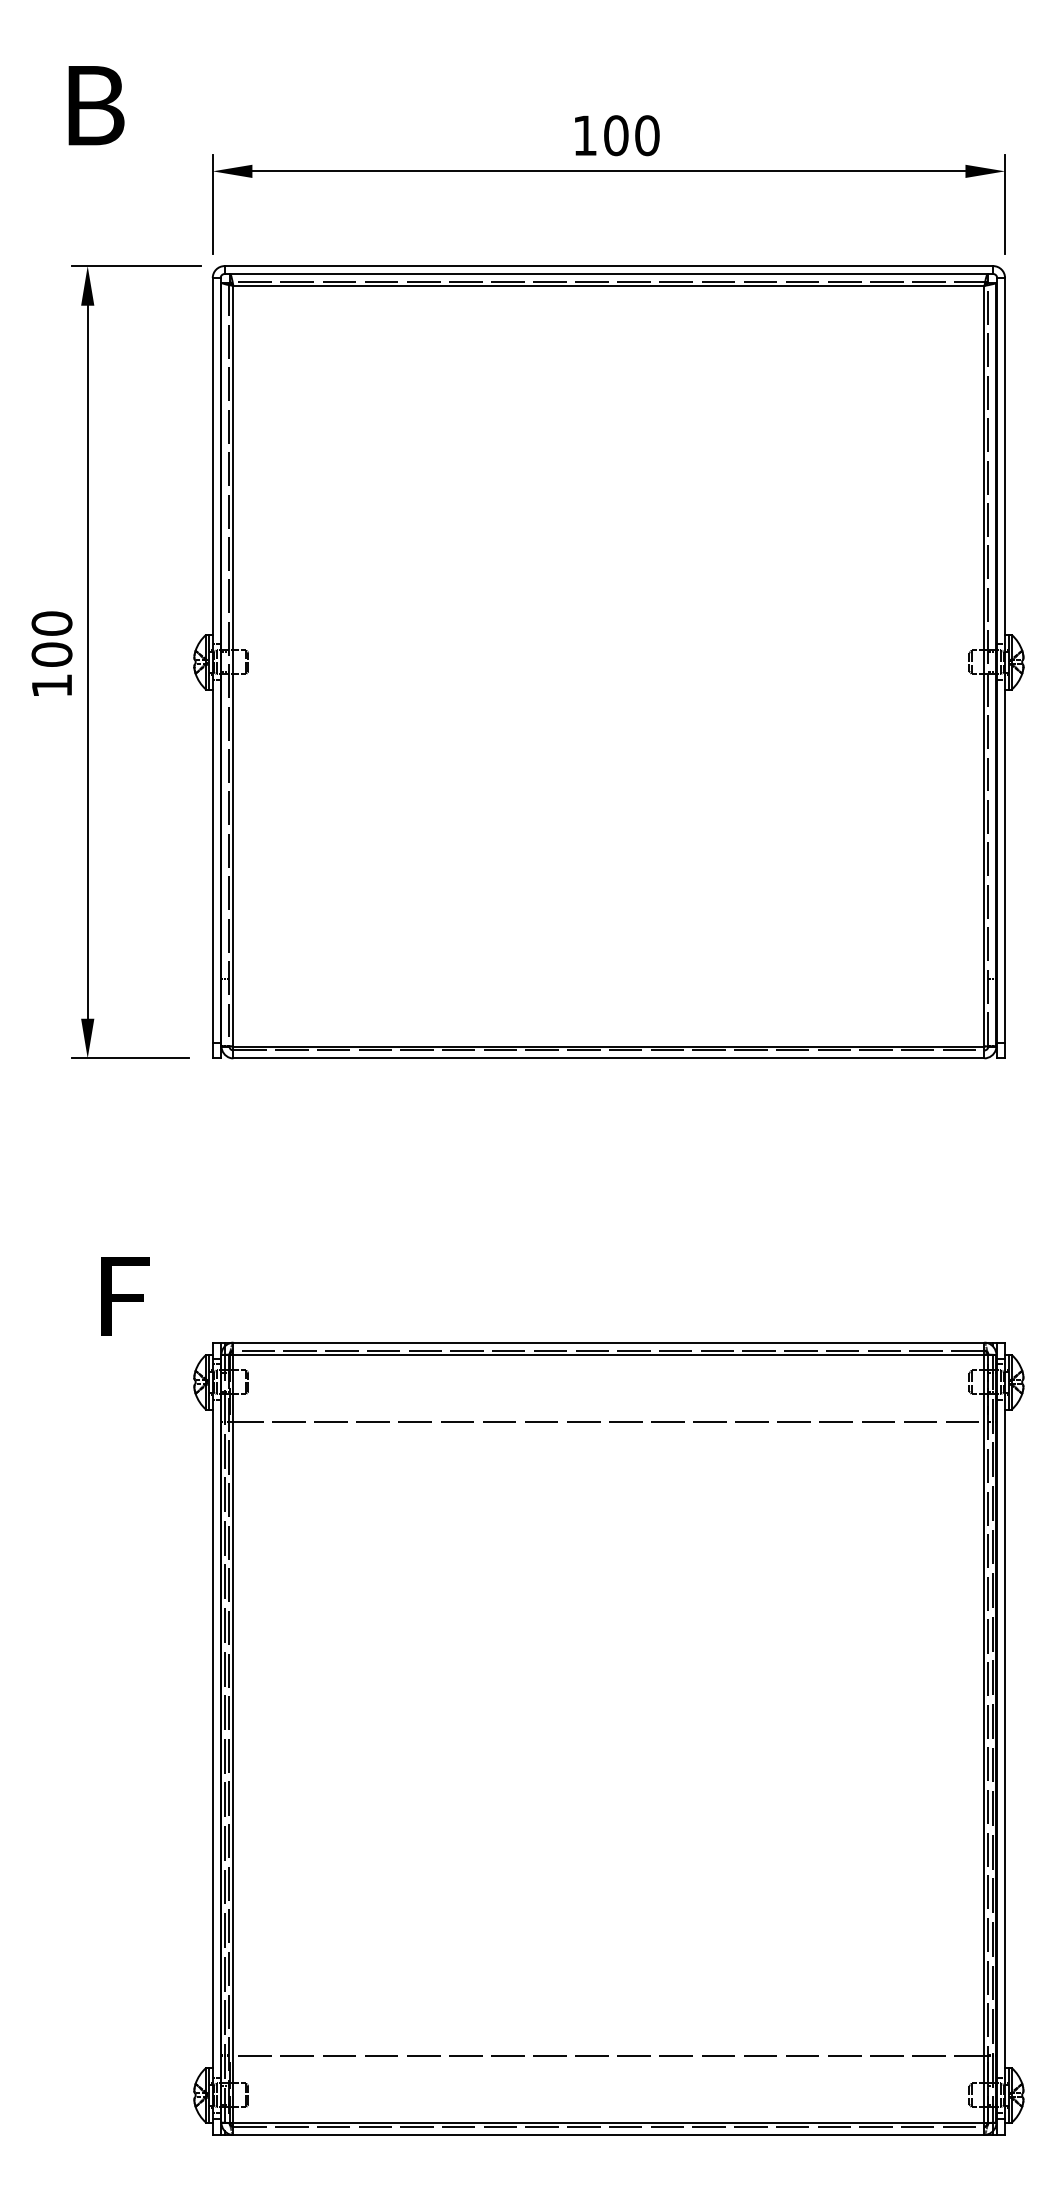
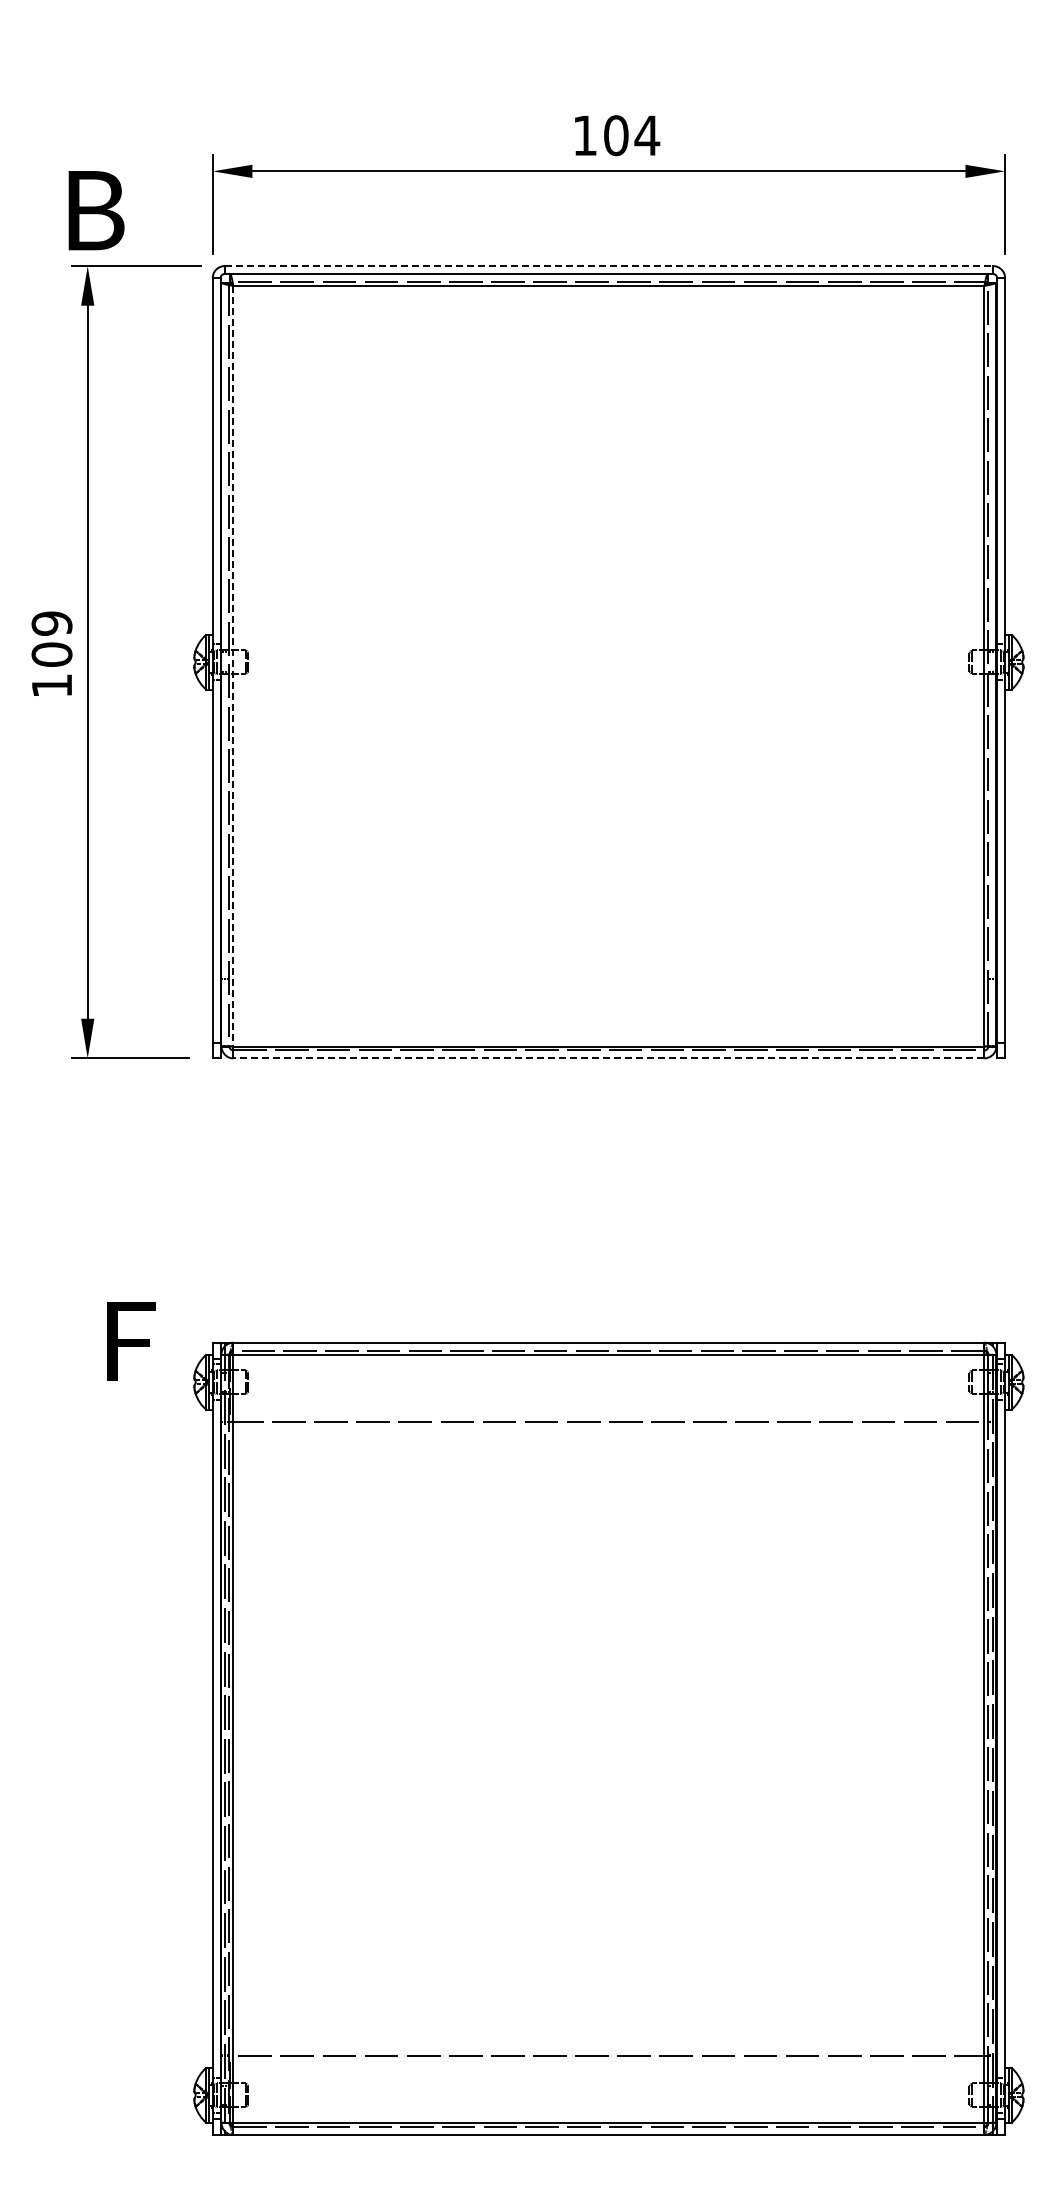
text at (96, 105) position: (96, 105) -> (96, 210)
text at (647, 135): 100 -> 104
line at (609, 266): solid -> dashed
text at (51, 623): 100 -> 109
line at (233, 666): solid -> dashed
line at (608, 1058): solid -> dashed
text at (125, 1296) position: (125, 1296) -> (131, 1341)
